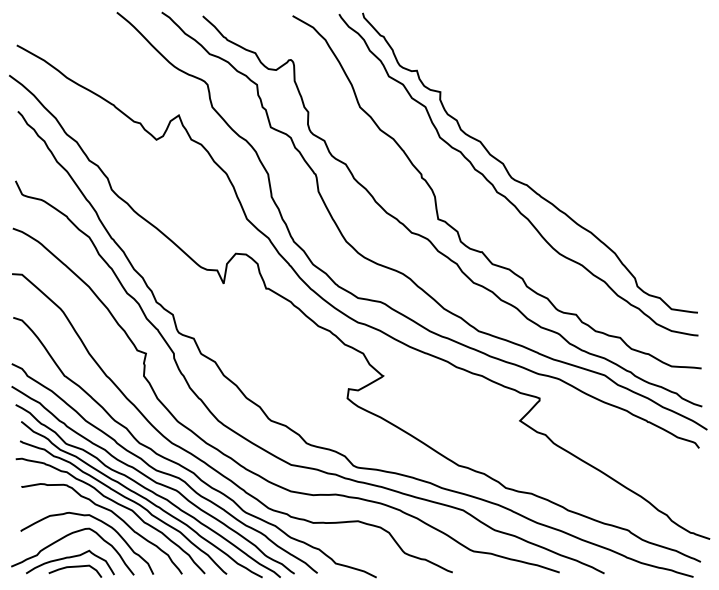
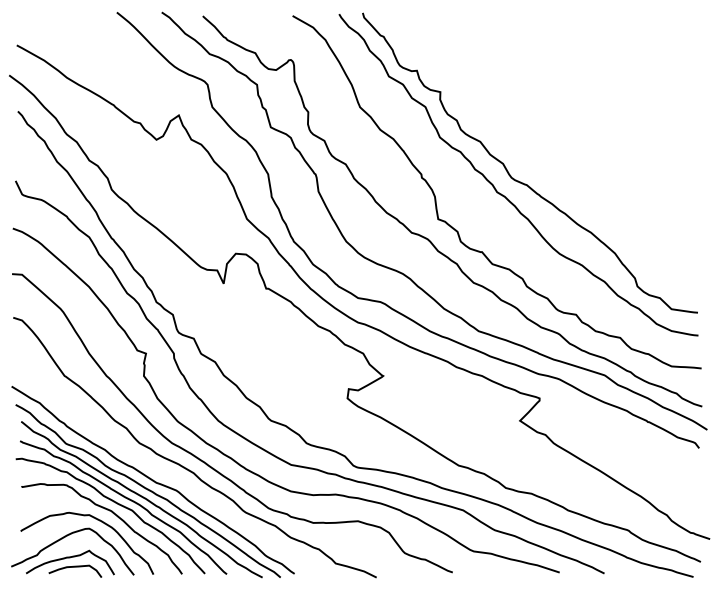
curve at (163, 471): present -> none
